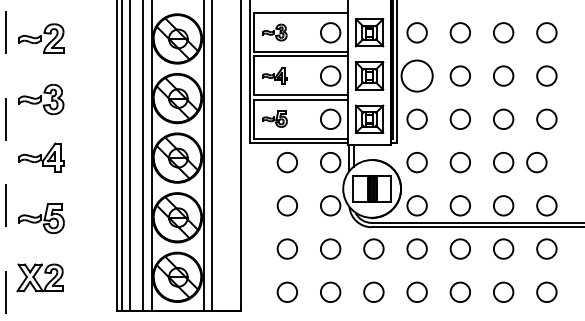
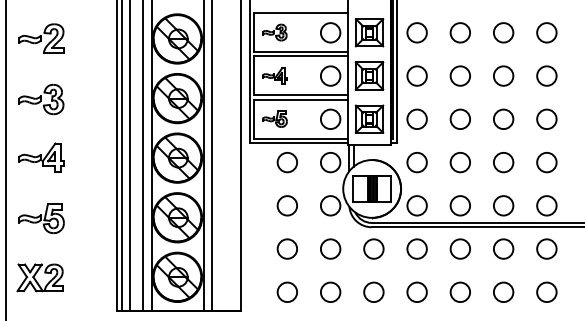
circle at (416, 75) diameter: 31 px -> 19 px
line at (6, 160): dashed -> solid
circle at (536, 162) position: (536, 162) -> (546, 162)
